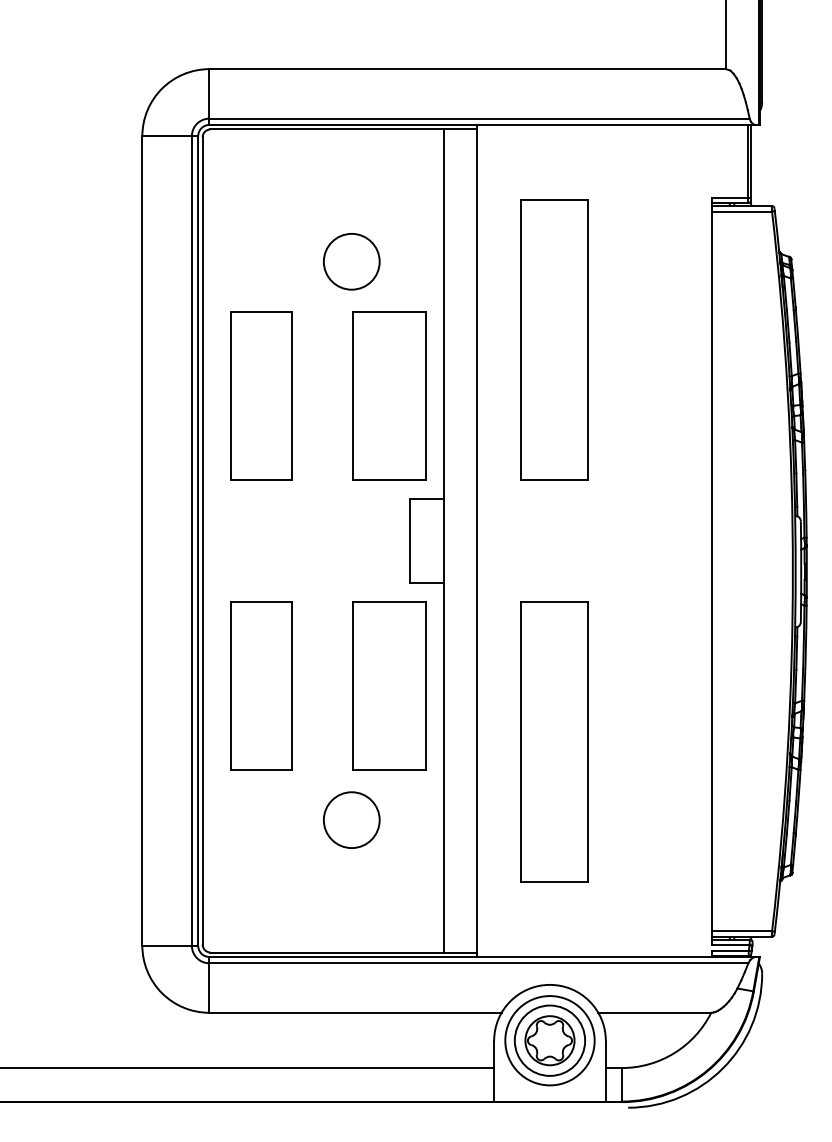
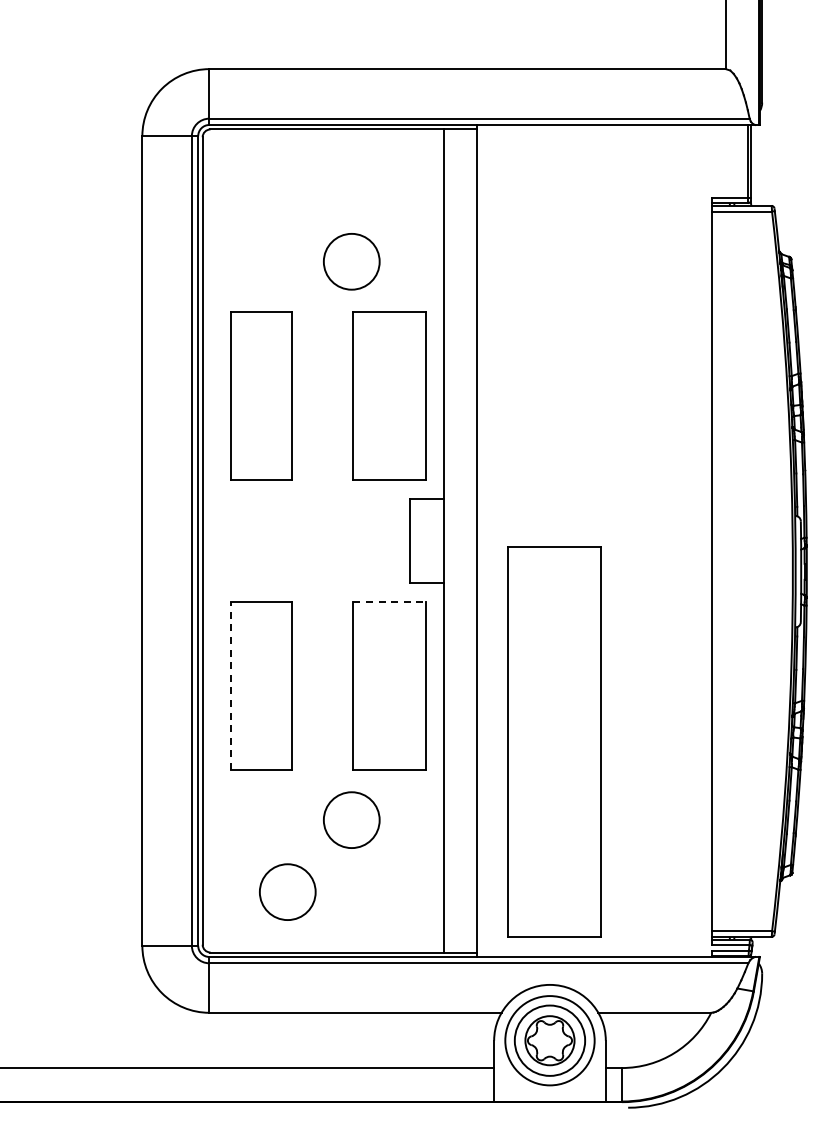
part at (554, 339): present -> none
line at (390, 602): solid -> dashed
line at (230, 686): solid -> dashed
part at (554, 741) size: 69x282 px -> 95x392 px
circle at (287, 891): none -> present
